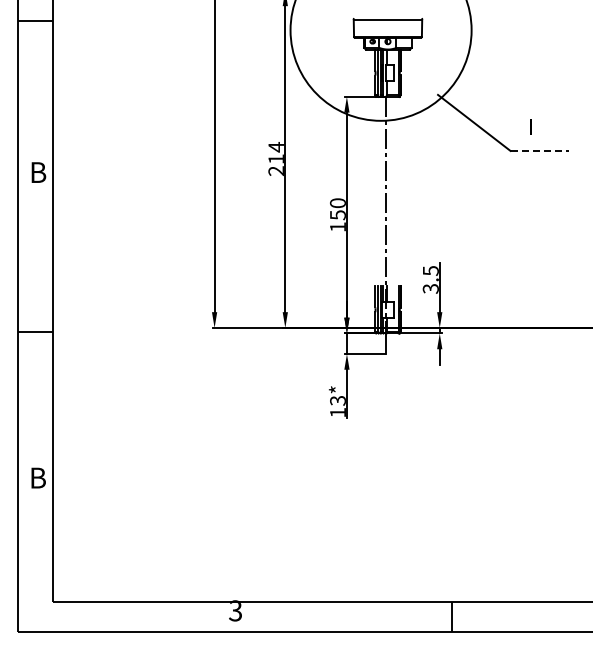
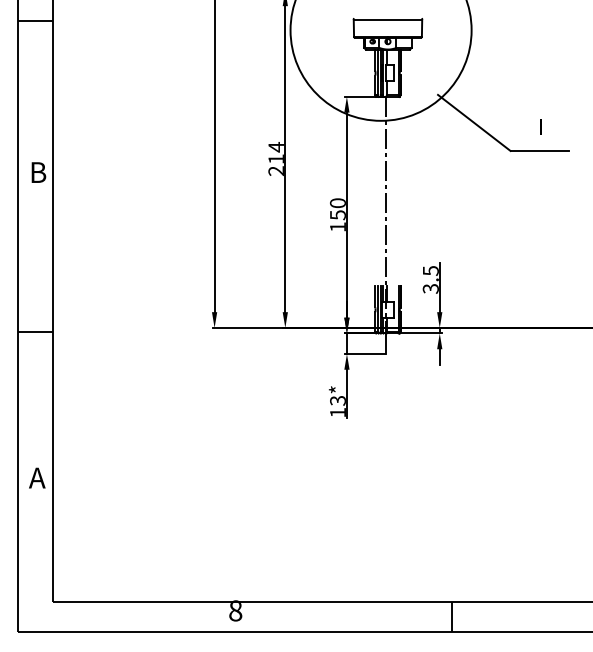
text at (530, 126) position: (530, 126) -> (540, 126)
line at (540, 150): dashed -> solid
text at (37, 477): B -> A
text at (235, 610): 3 -> 8
